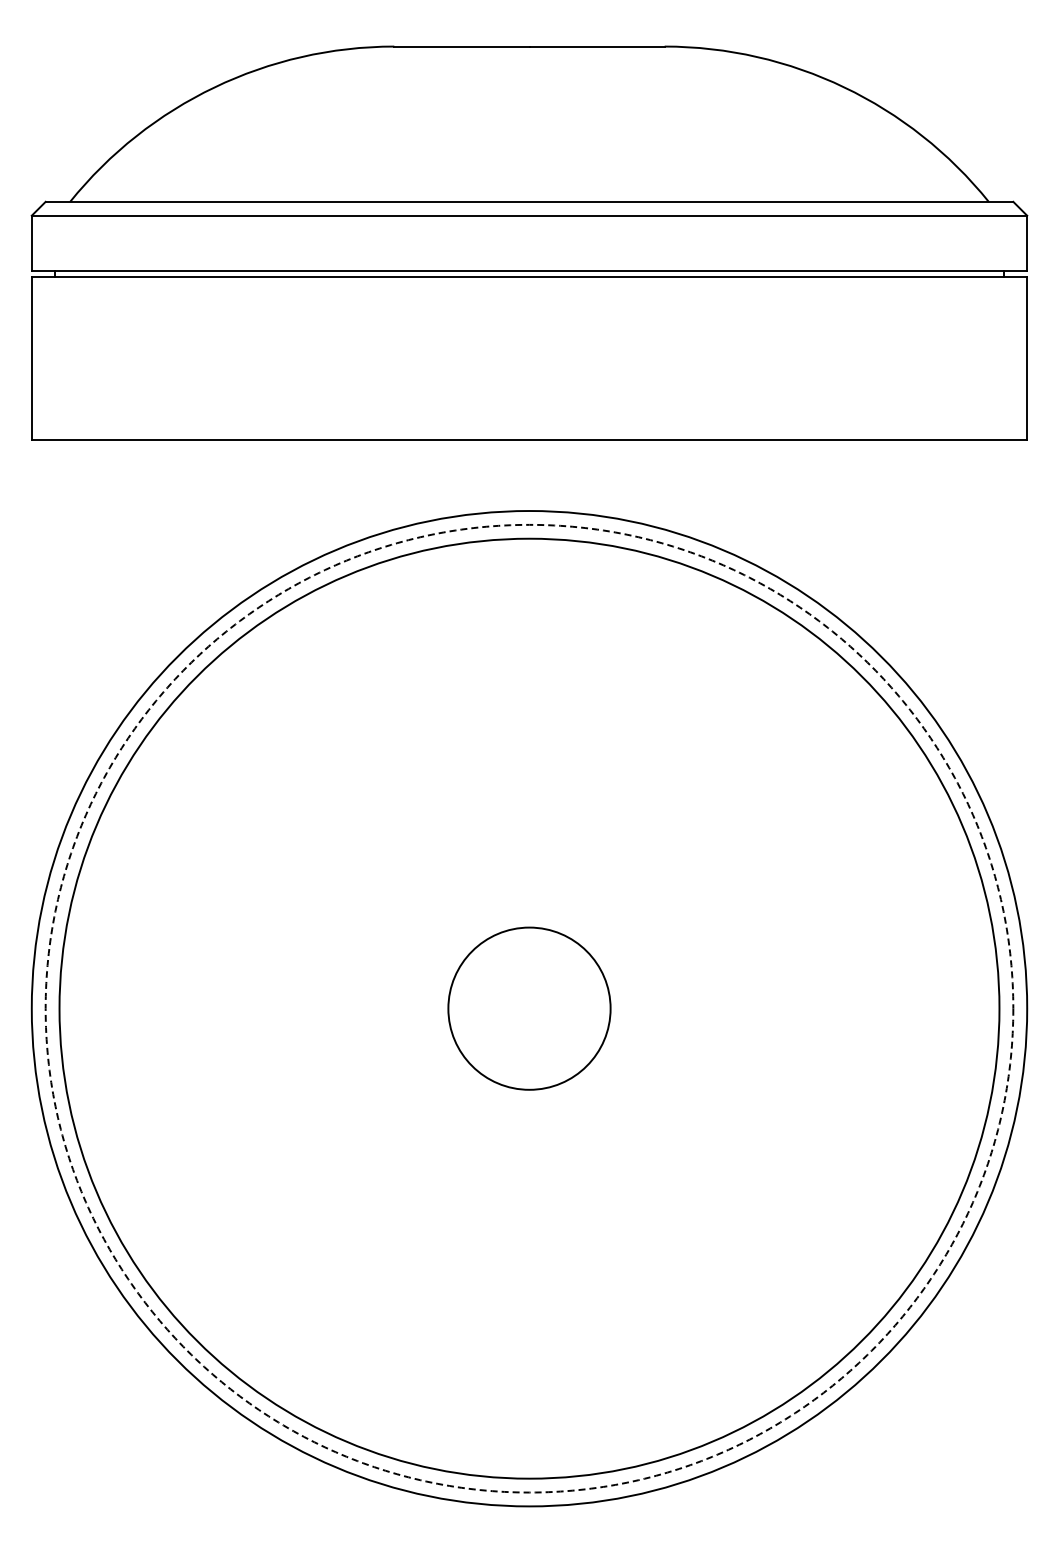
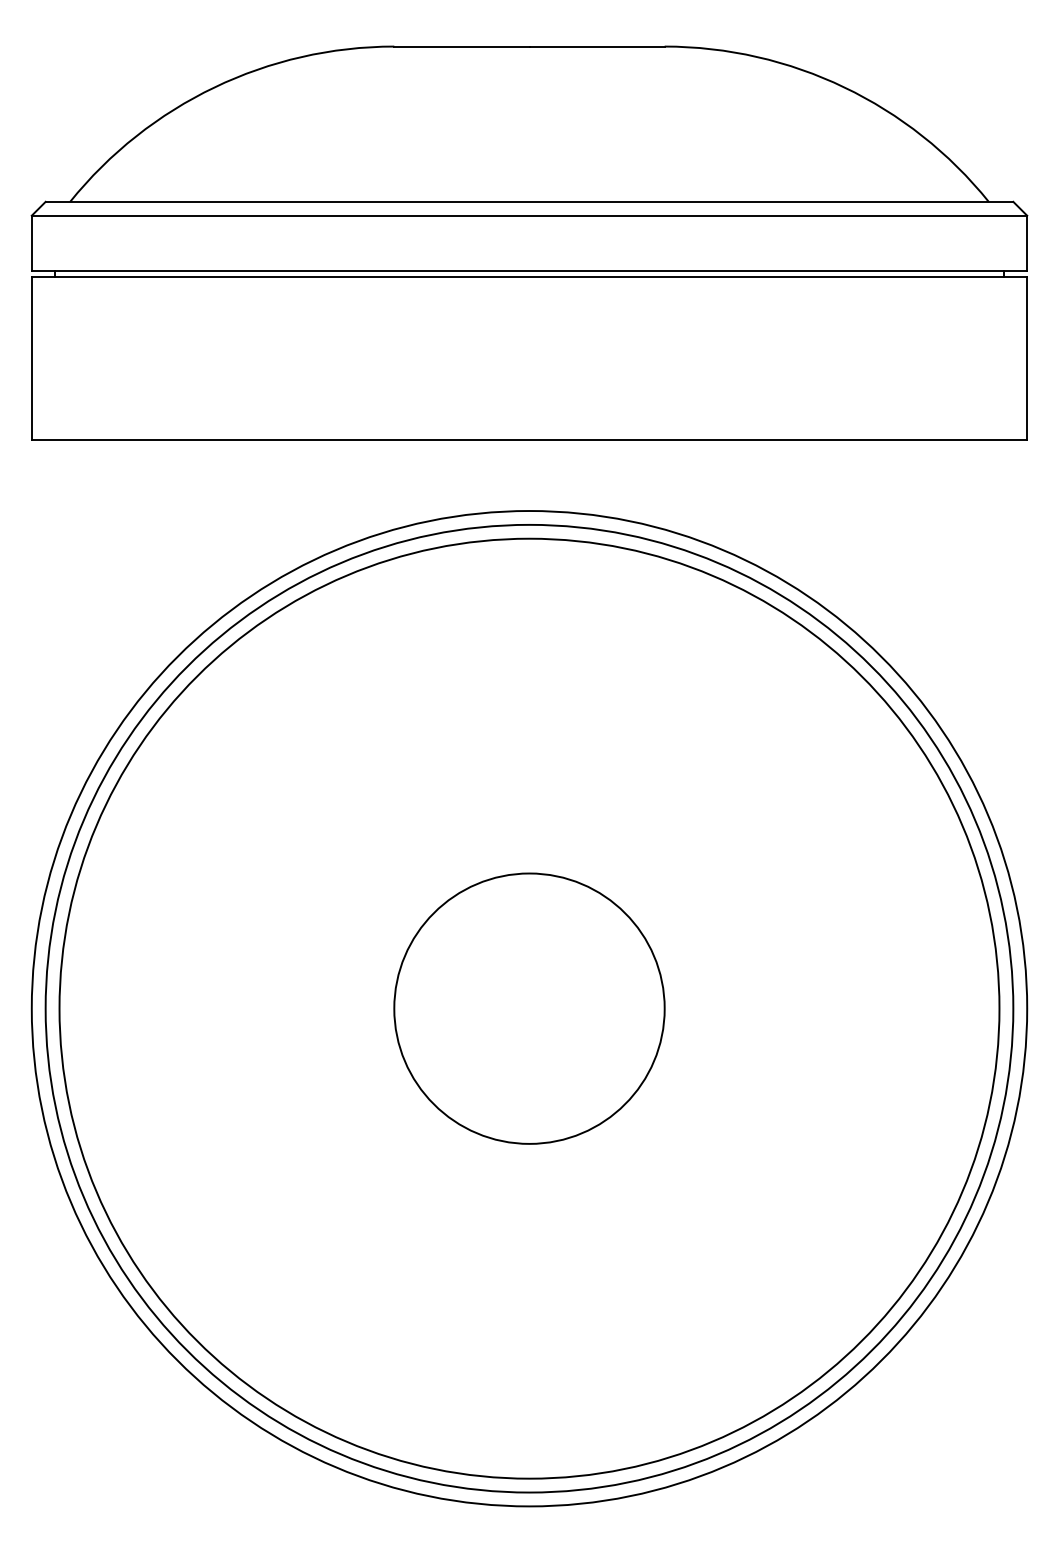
circle at (529, 1008) diameter: 162 px -> 270 px
circle at (529, 1008): dashed -> solid
